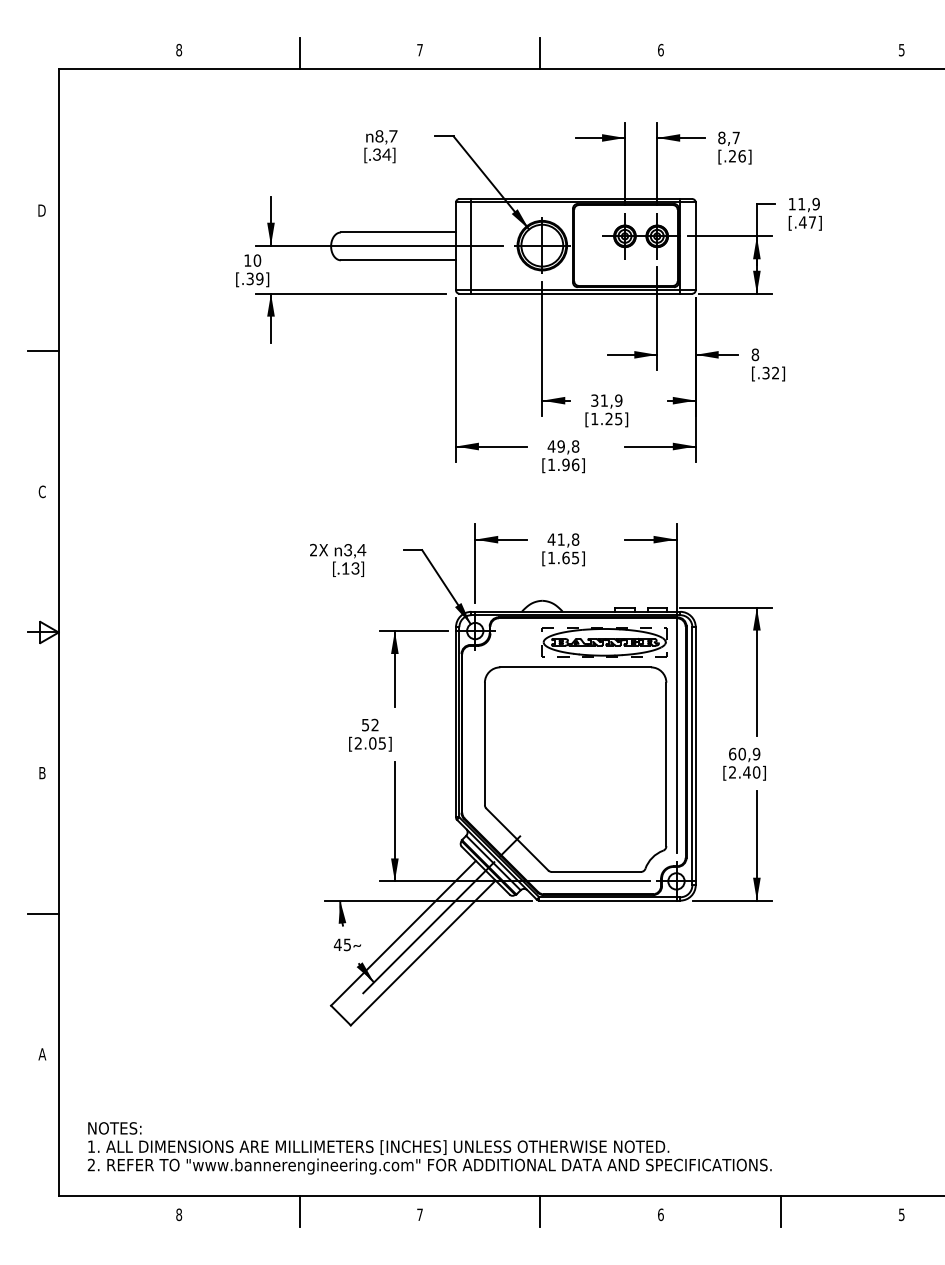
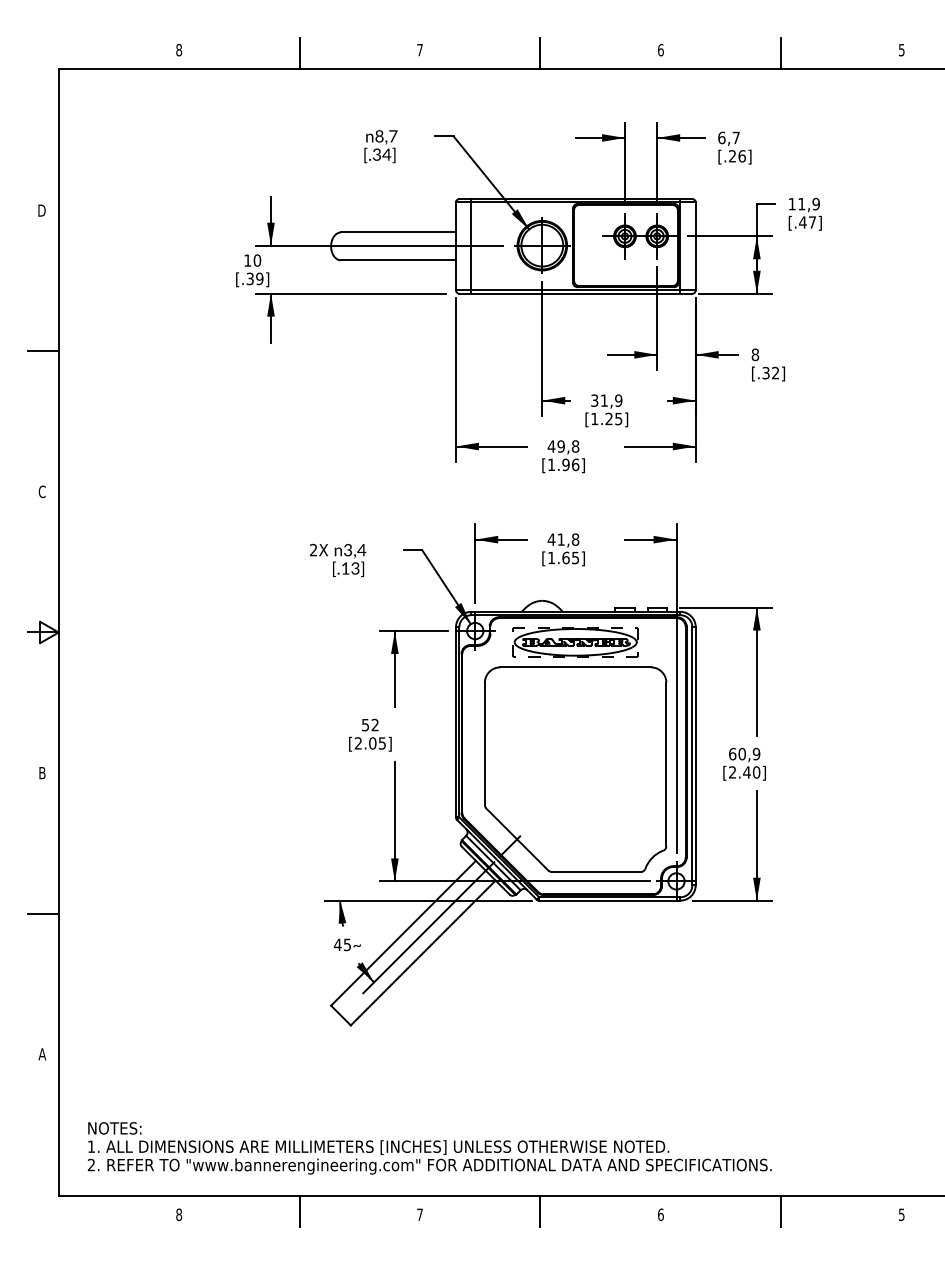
line at (781, 52): none -> present
text at (721, 137): 8,7 -> 6,7
part at (604, 642) position: (604, 642) -> (575, 642)
